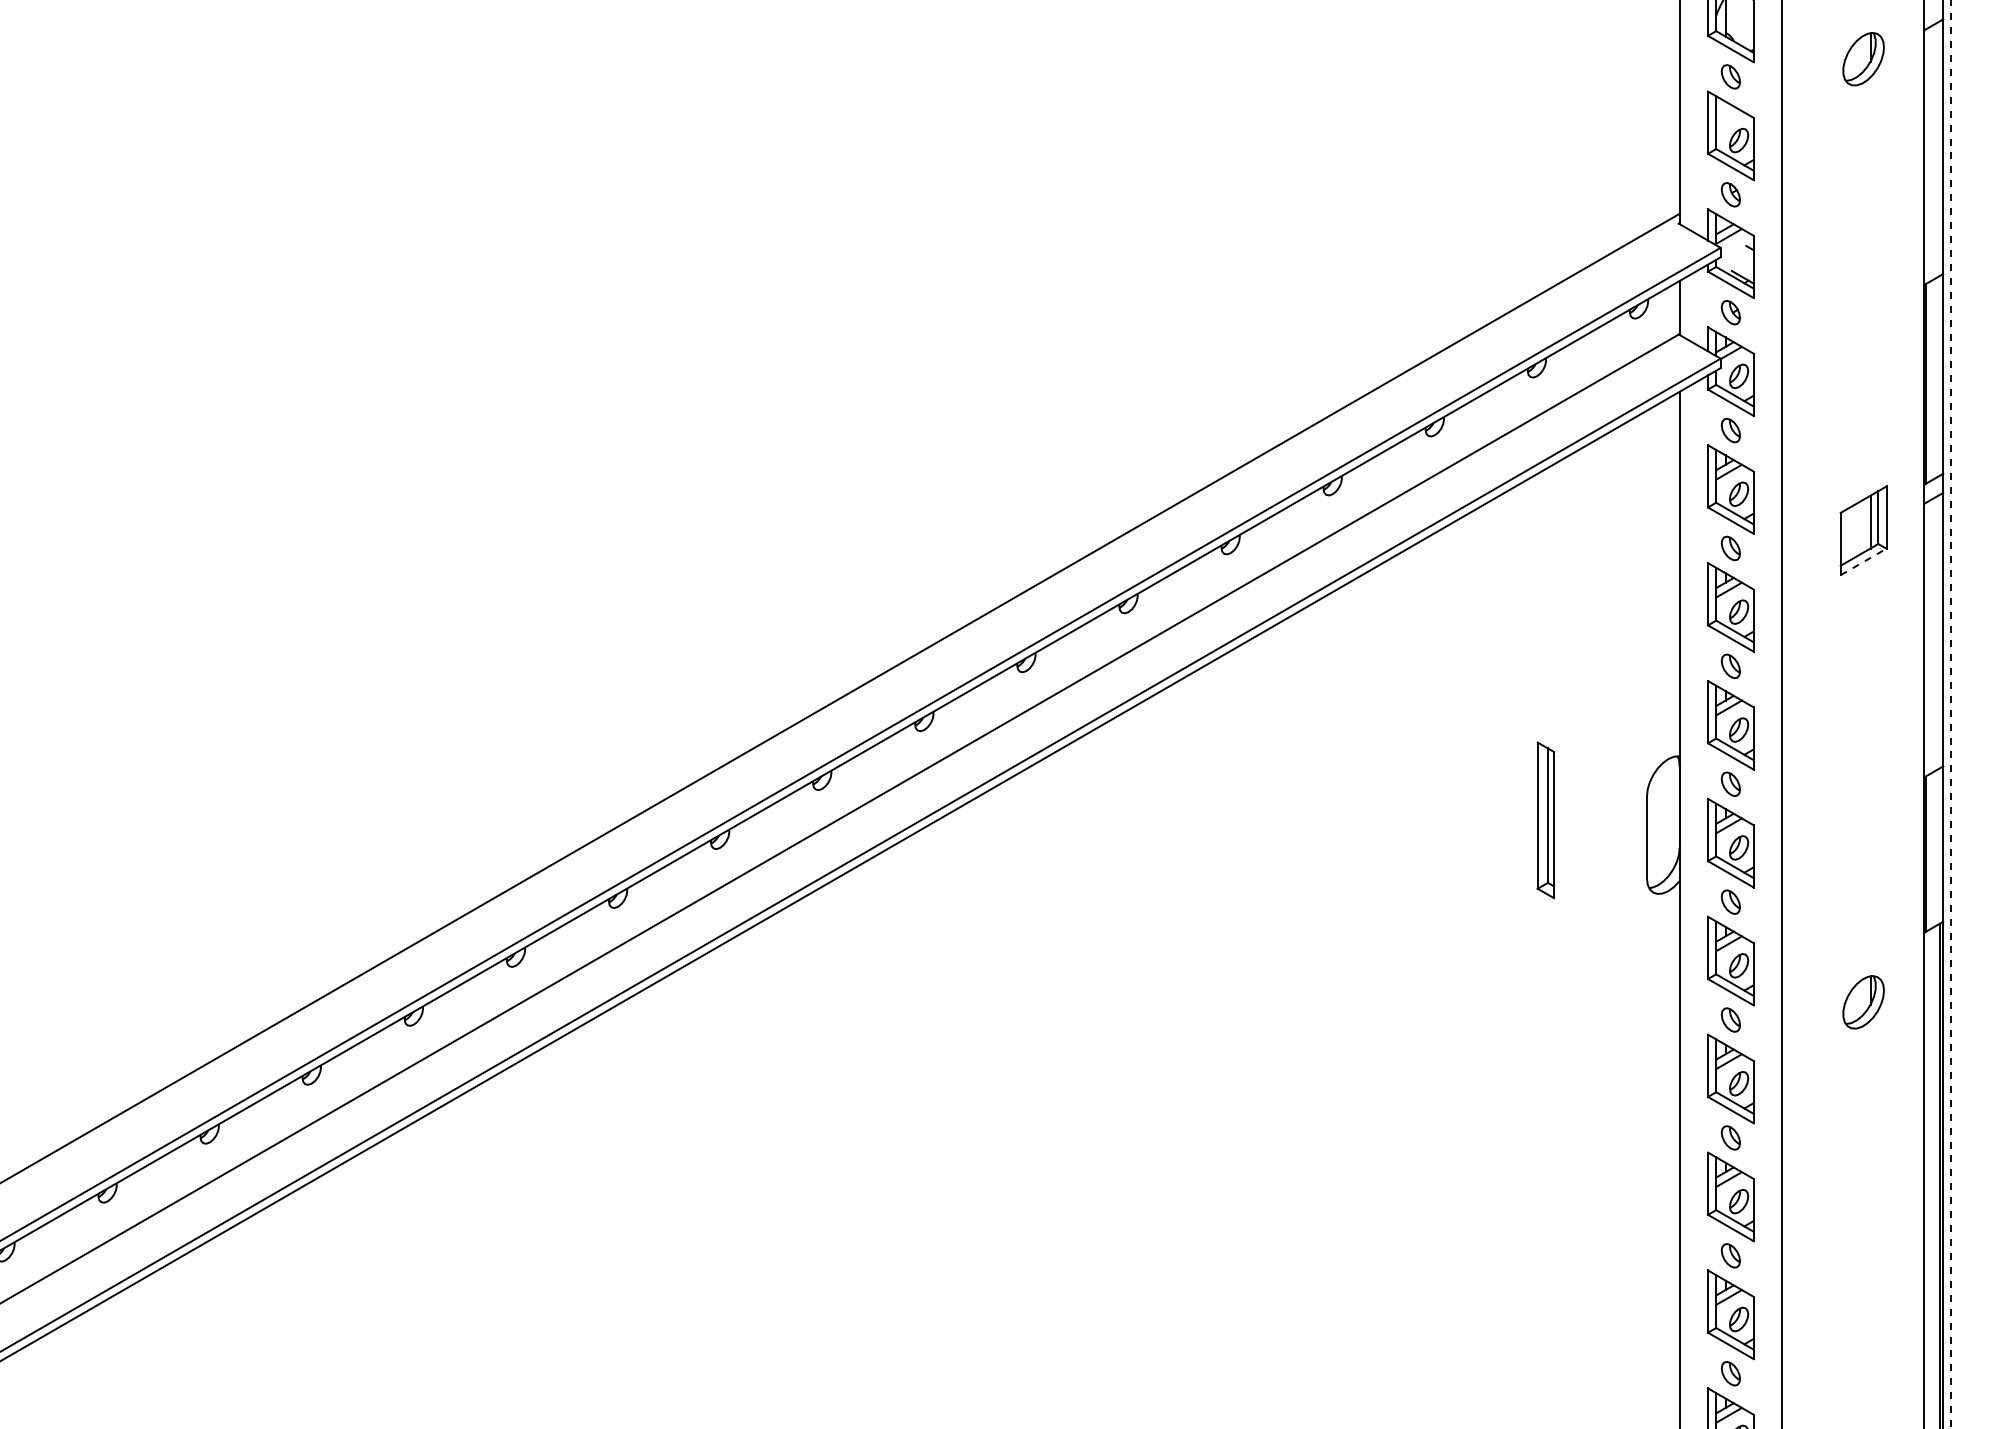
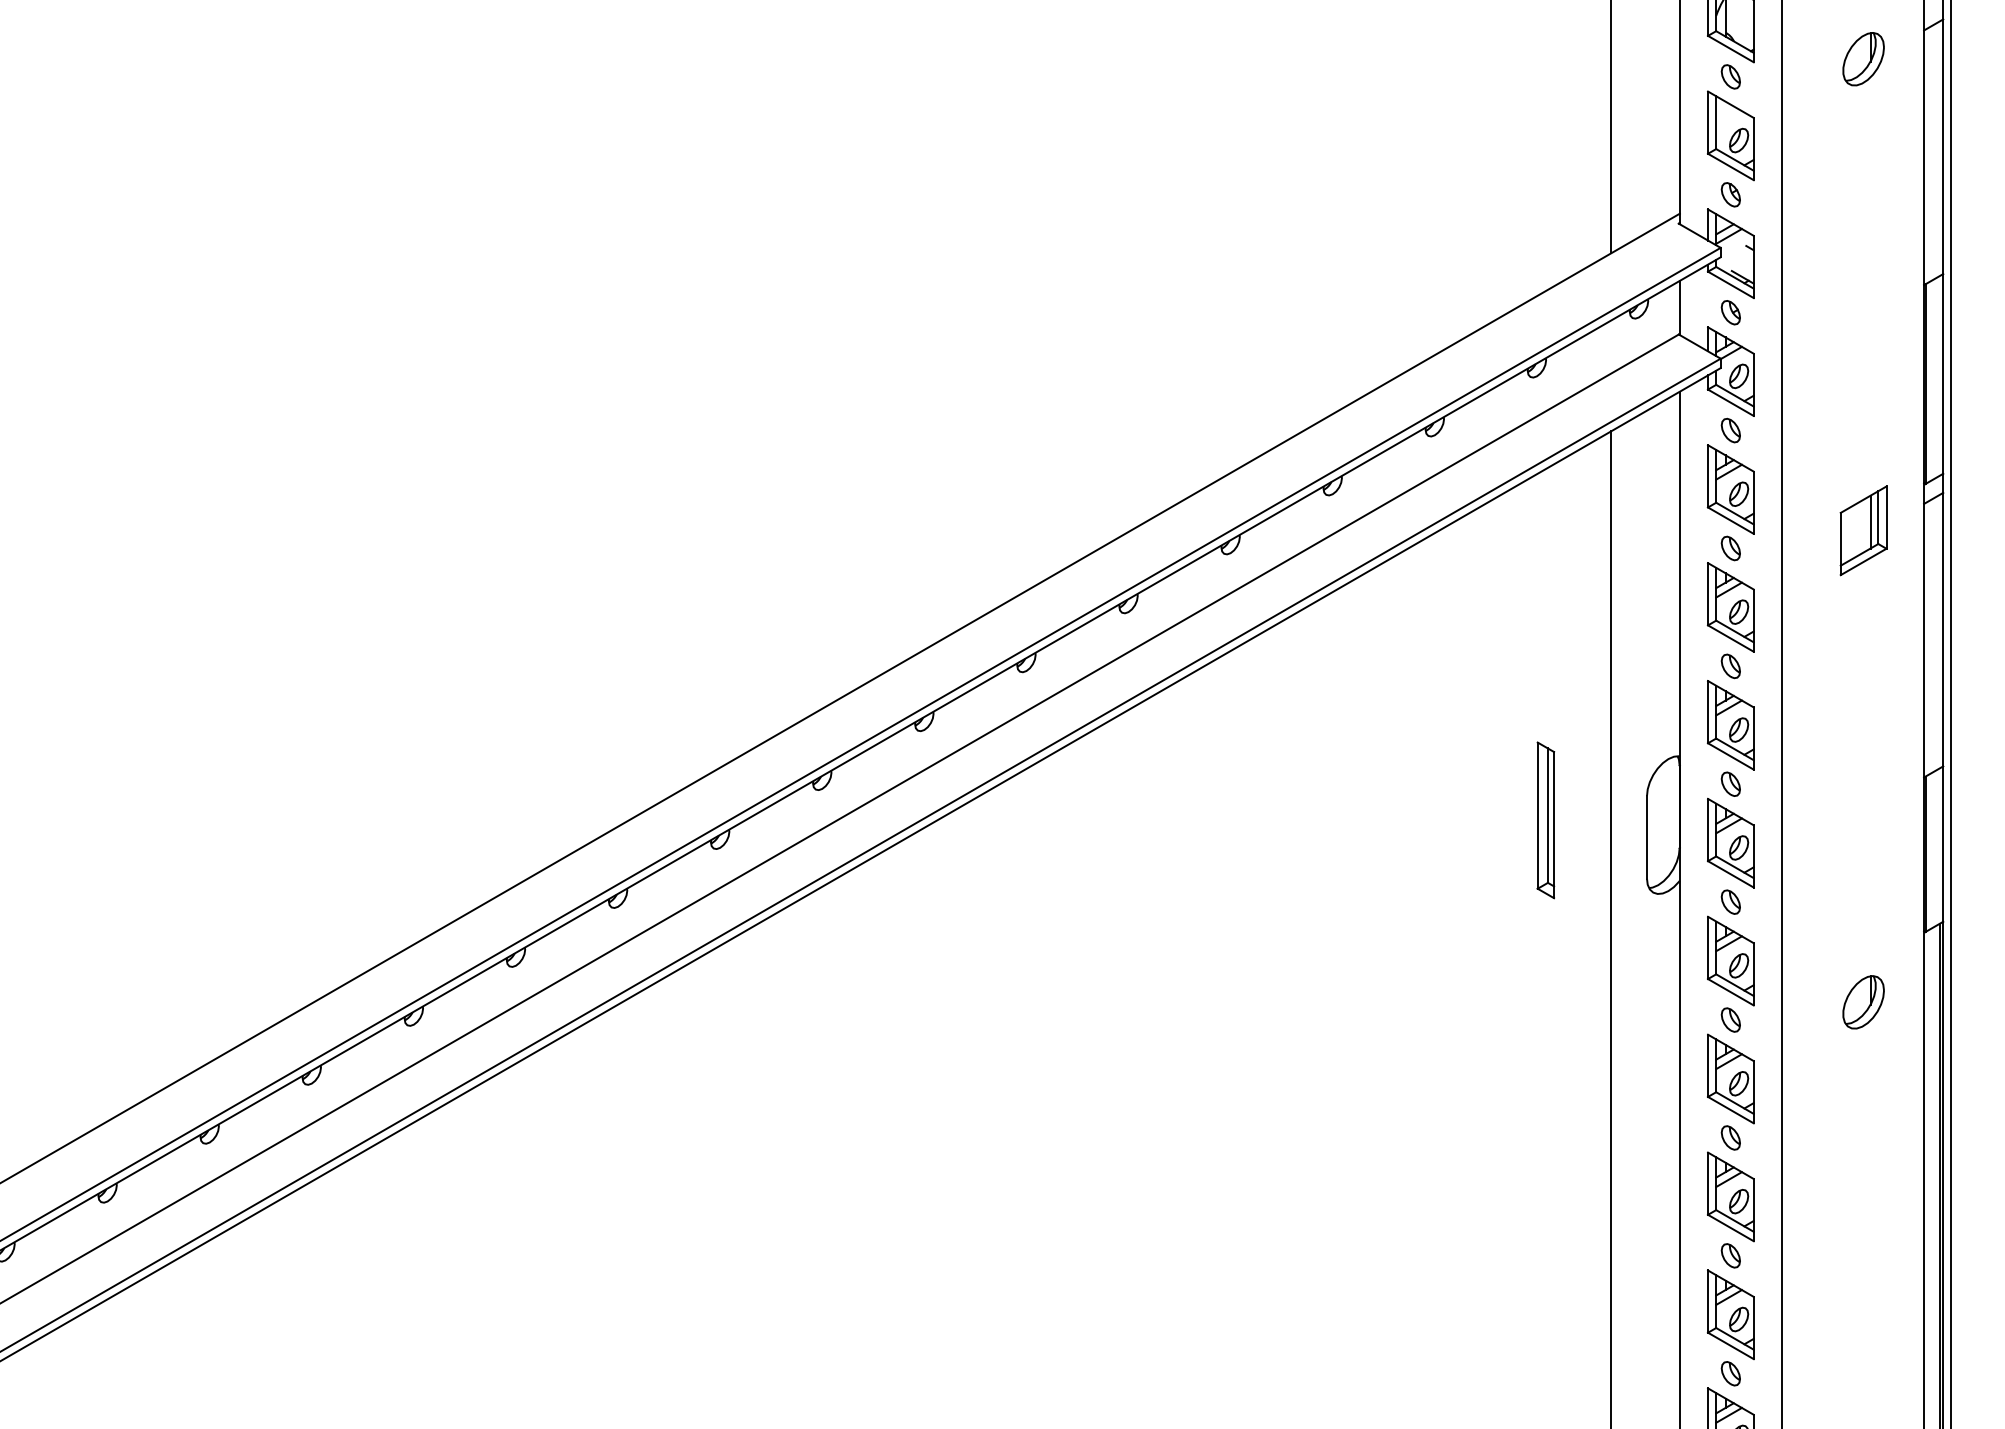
line at (1611, 127): none -> present
line at (1864, 561): dashed -> solid
line at (1951, 715): dashed -> solid
line at (1611, 928): none -> present
